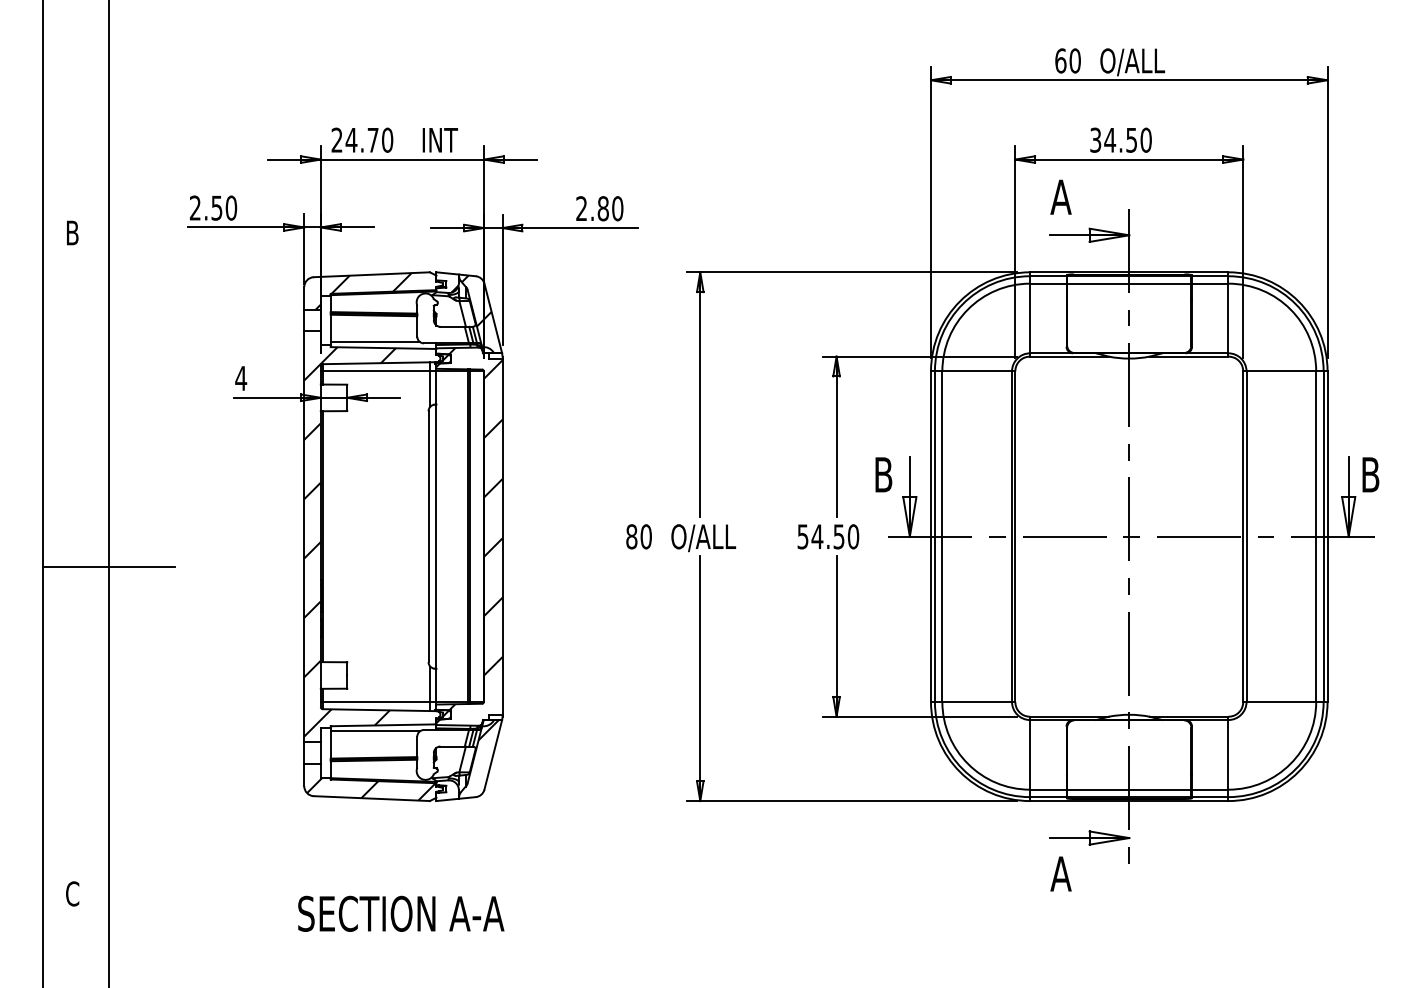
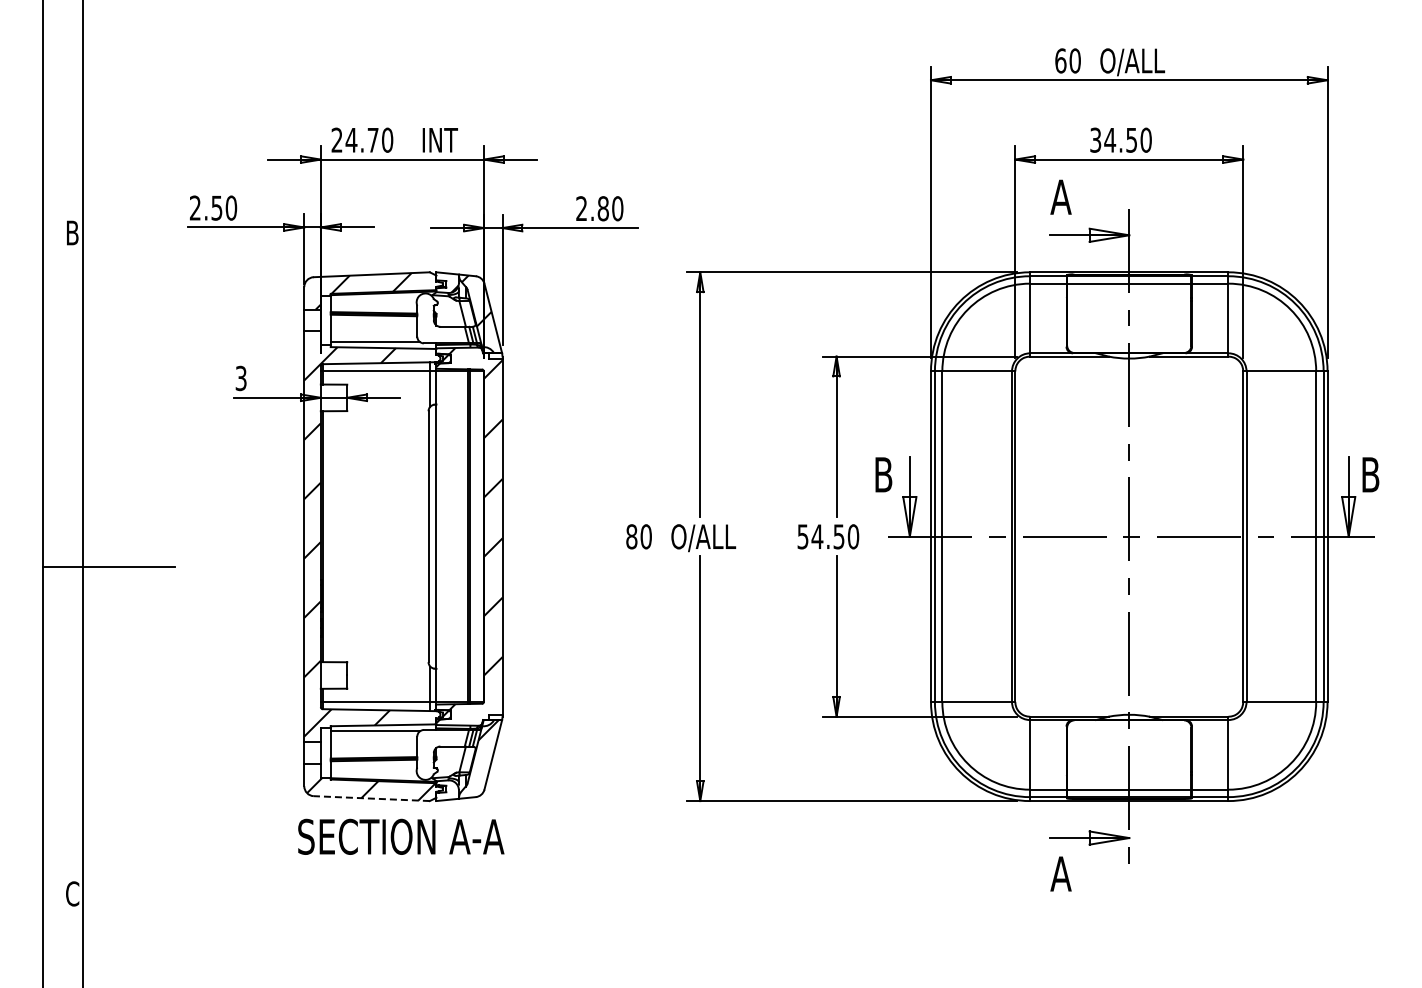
text at (241, 378): 4 -> 3
line at (108, 493) position: (108, 493) -> (82, 493)
line at (371, 798): solid -> dashed
text at (401, 913) position: (401, 913) -> (401, 836)
